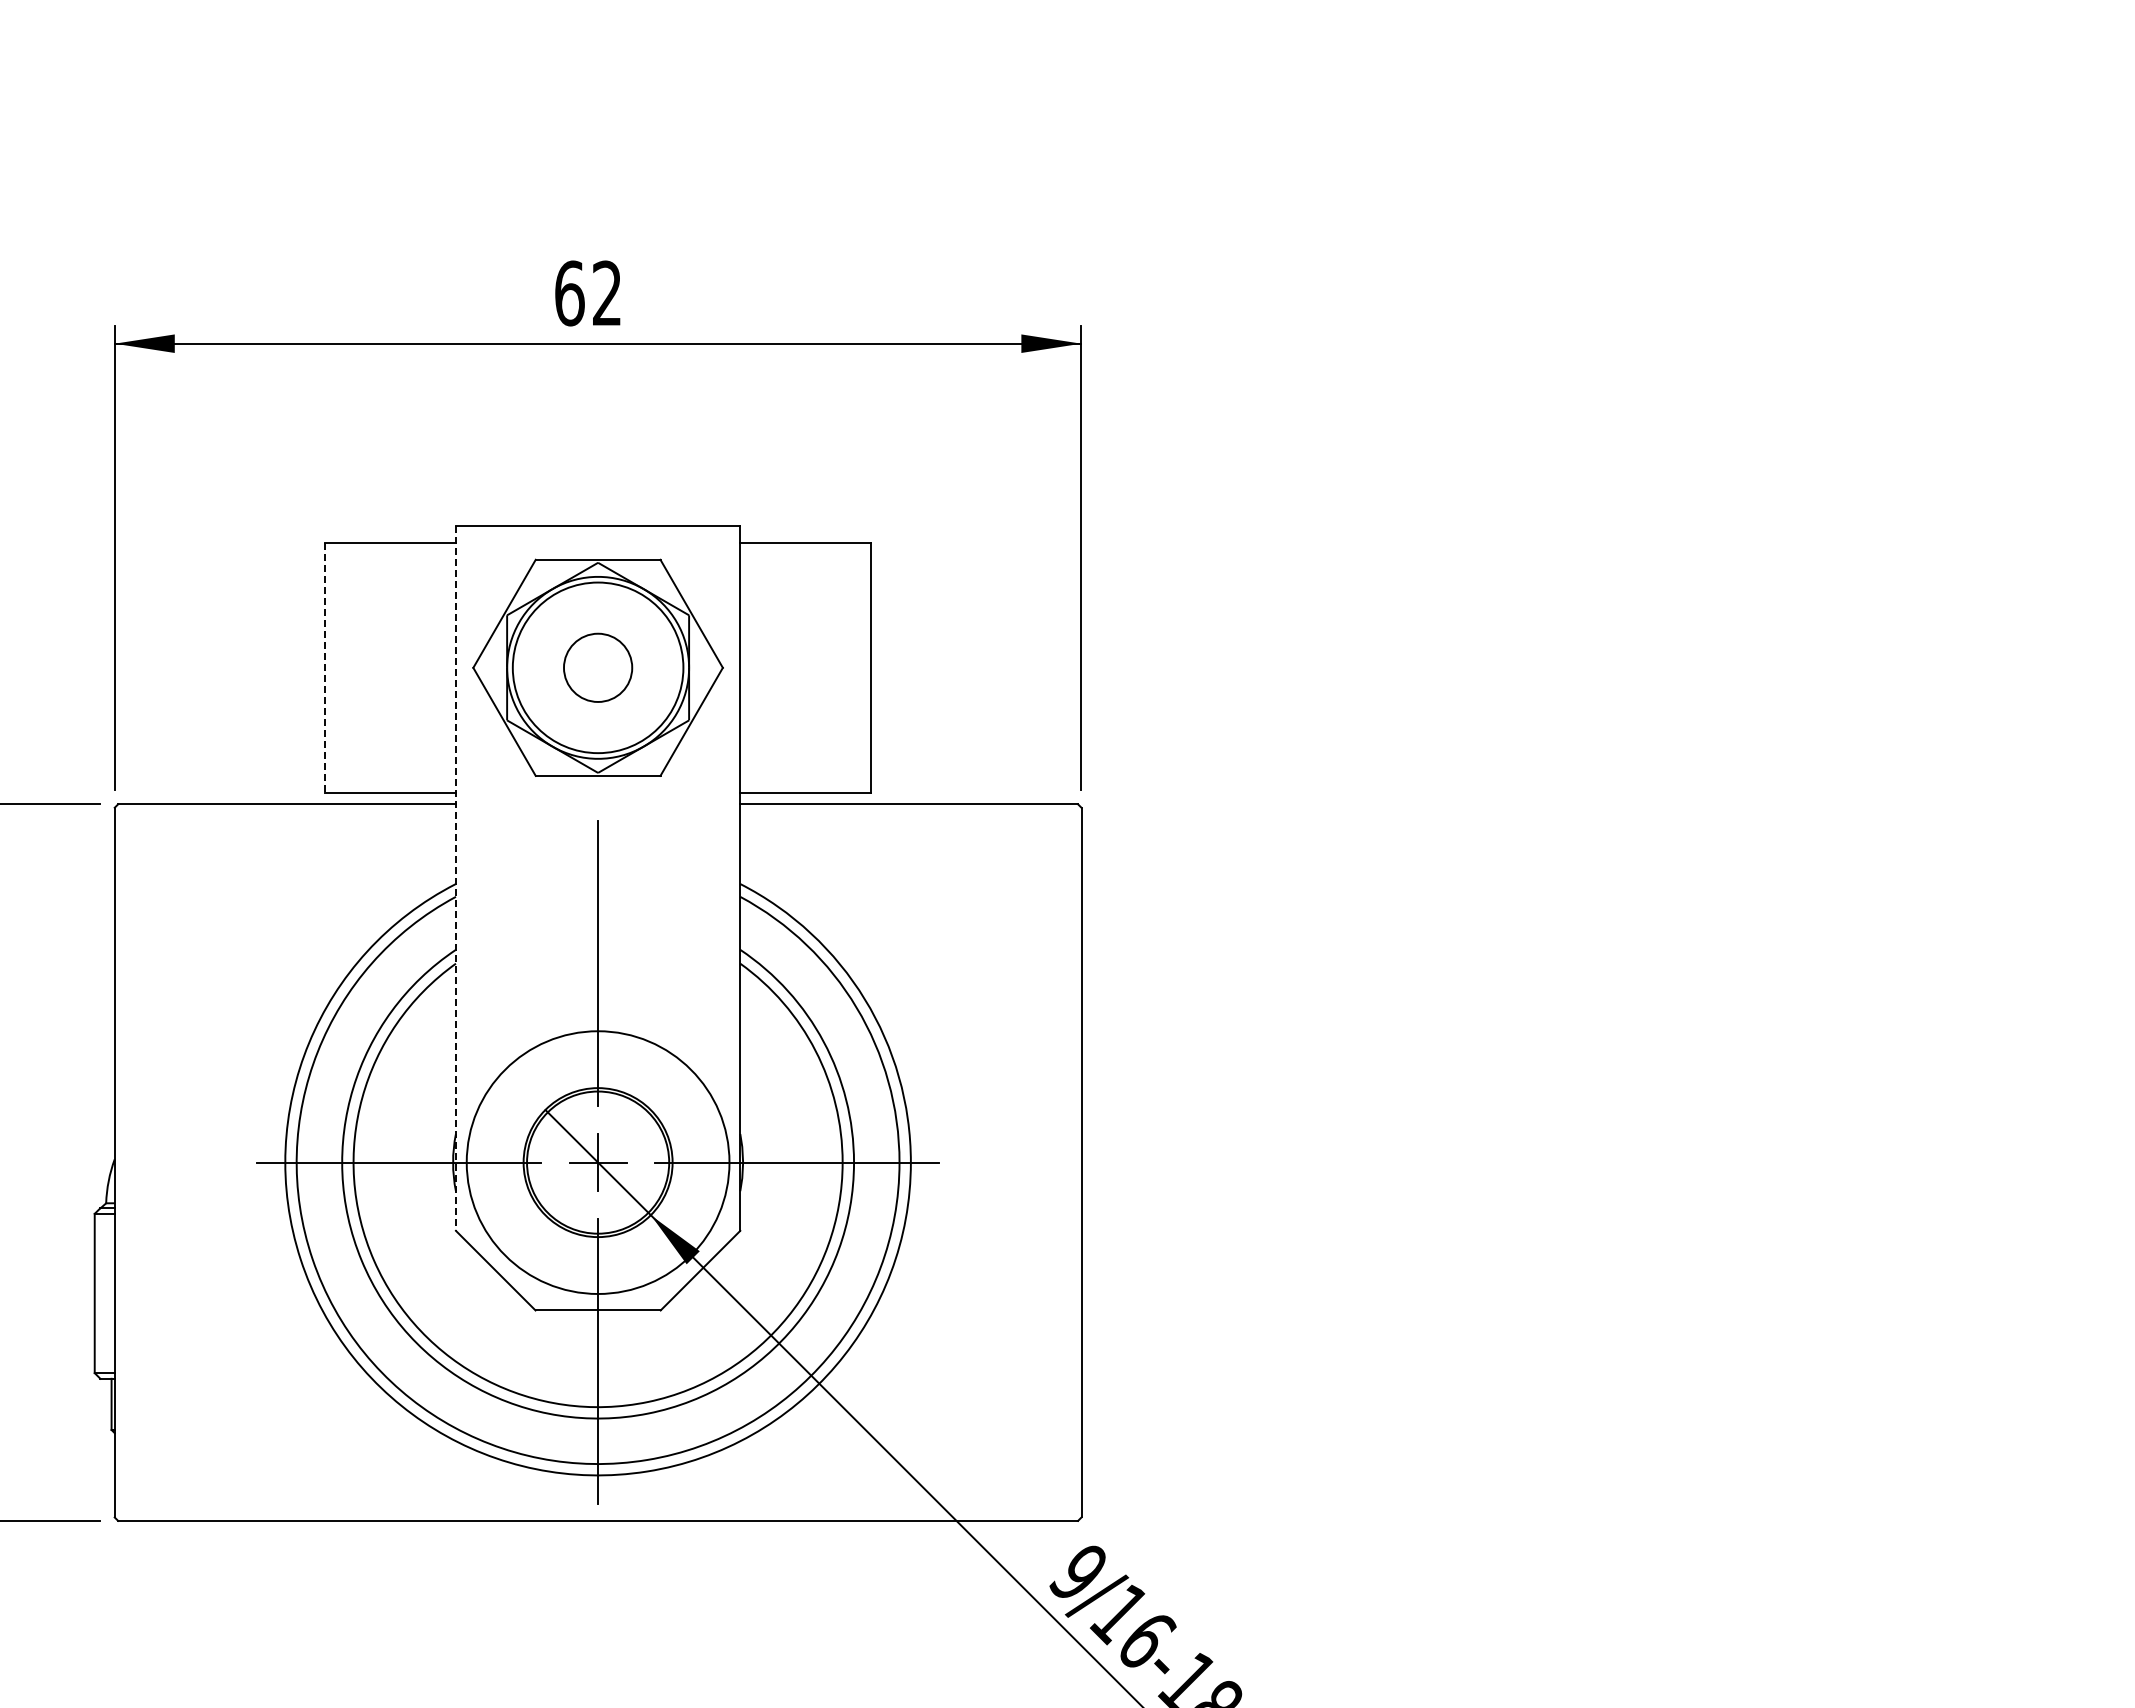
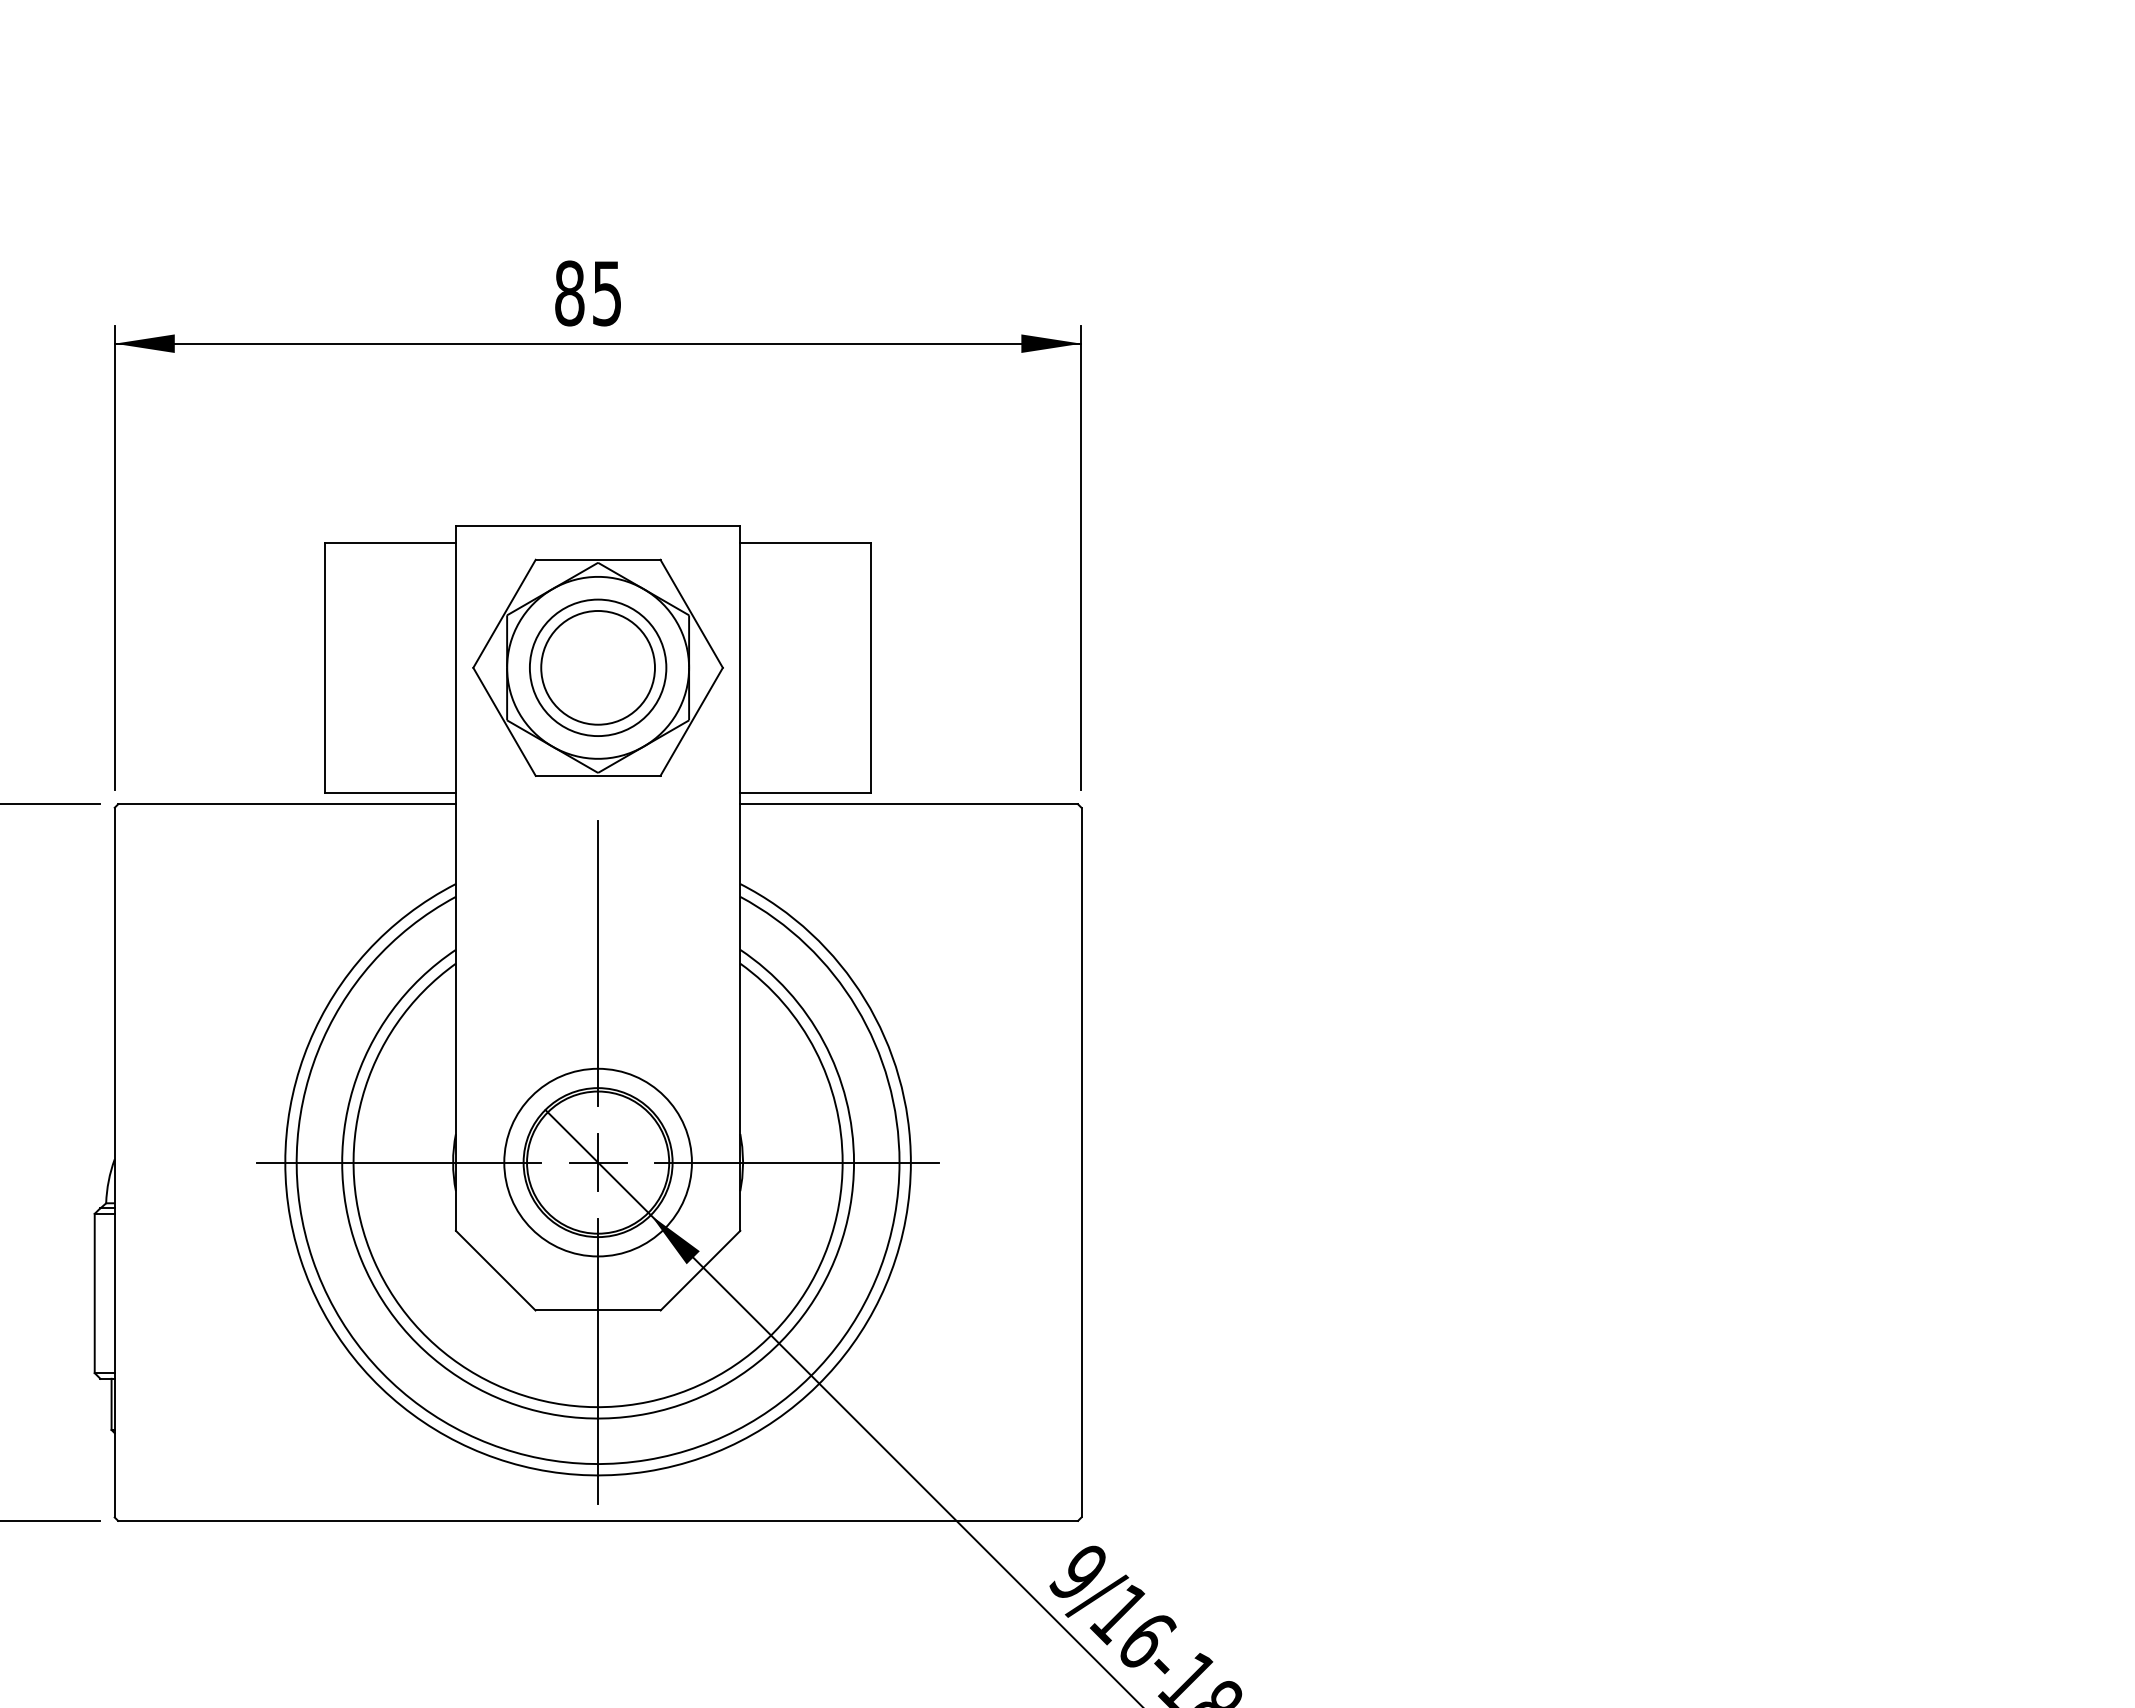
text at (587, 293): 62 -> 85
circle at (597, 667) diameter: 171 px -> 136 px
circle at (598, 667) diameter: 68 px -> 114 px
line at (325, 668): dashed -> solid
line at (455, 878): dashed -> solid
circle at (597, 1162) diameter: 263 px -> 188 px
